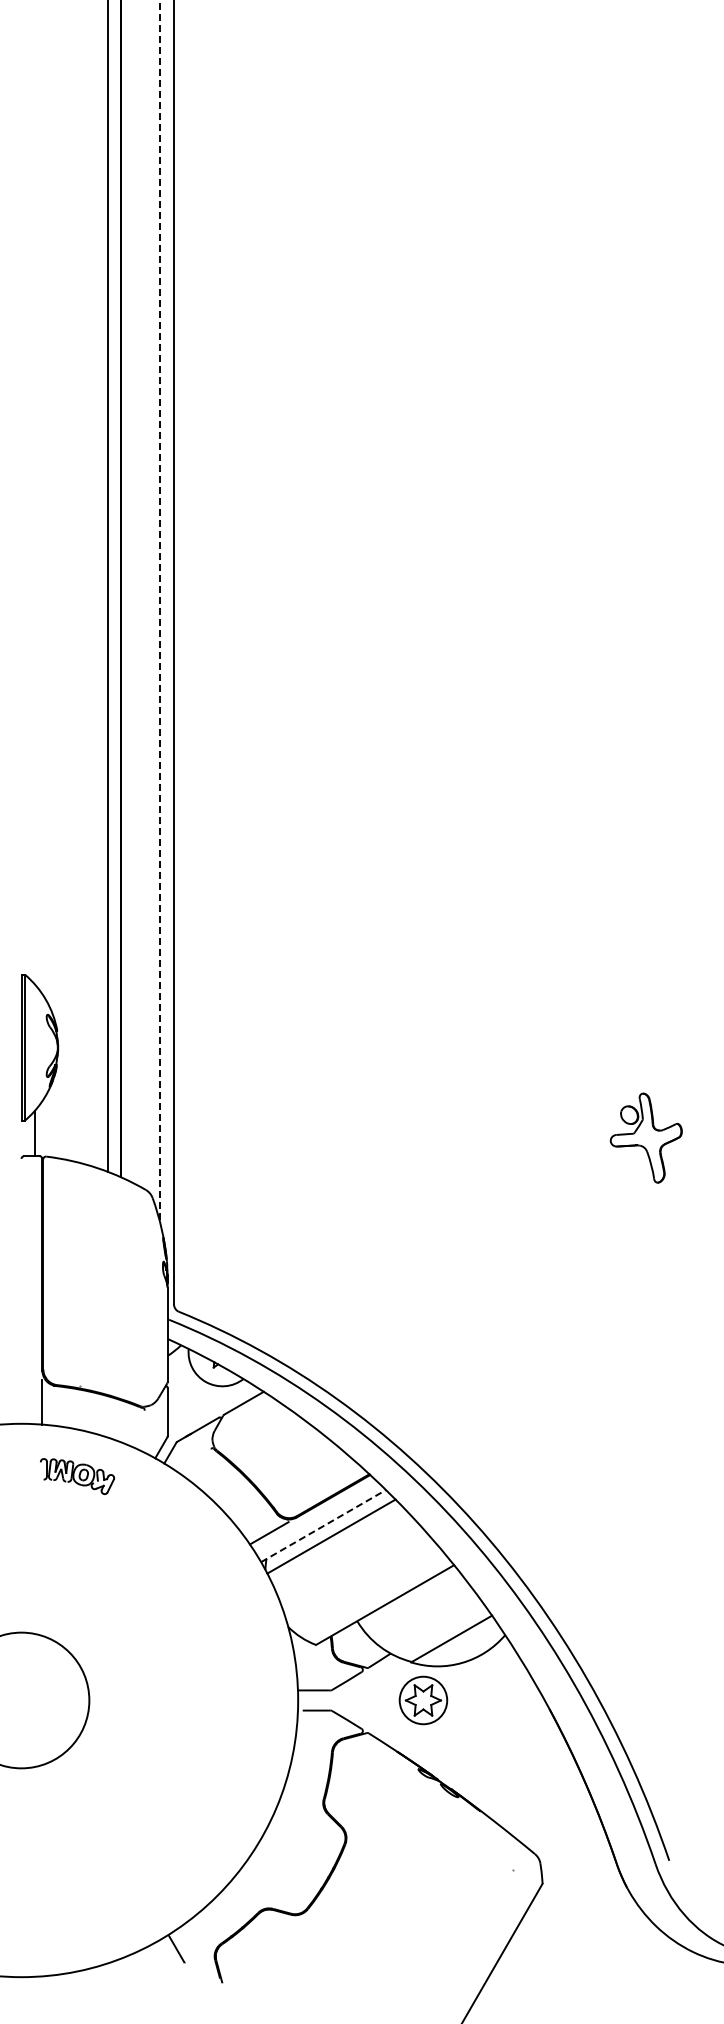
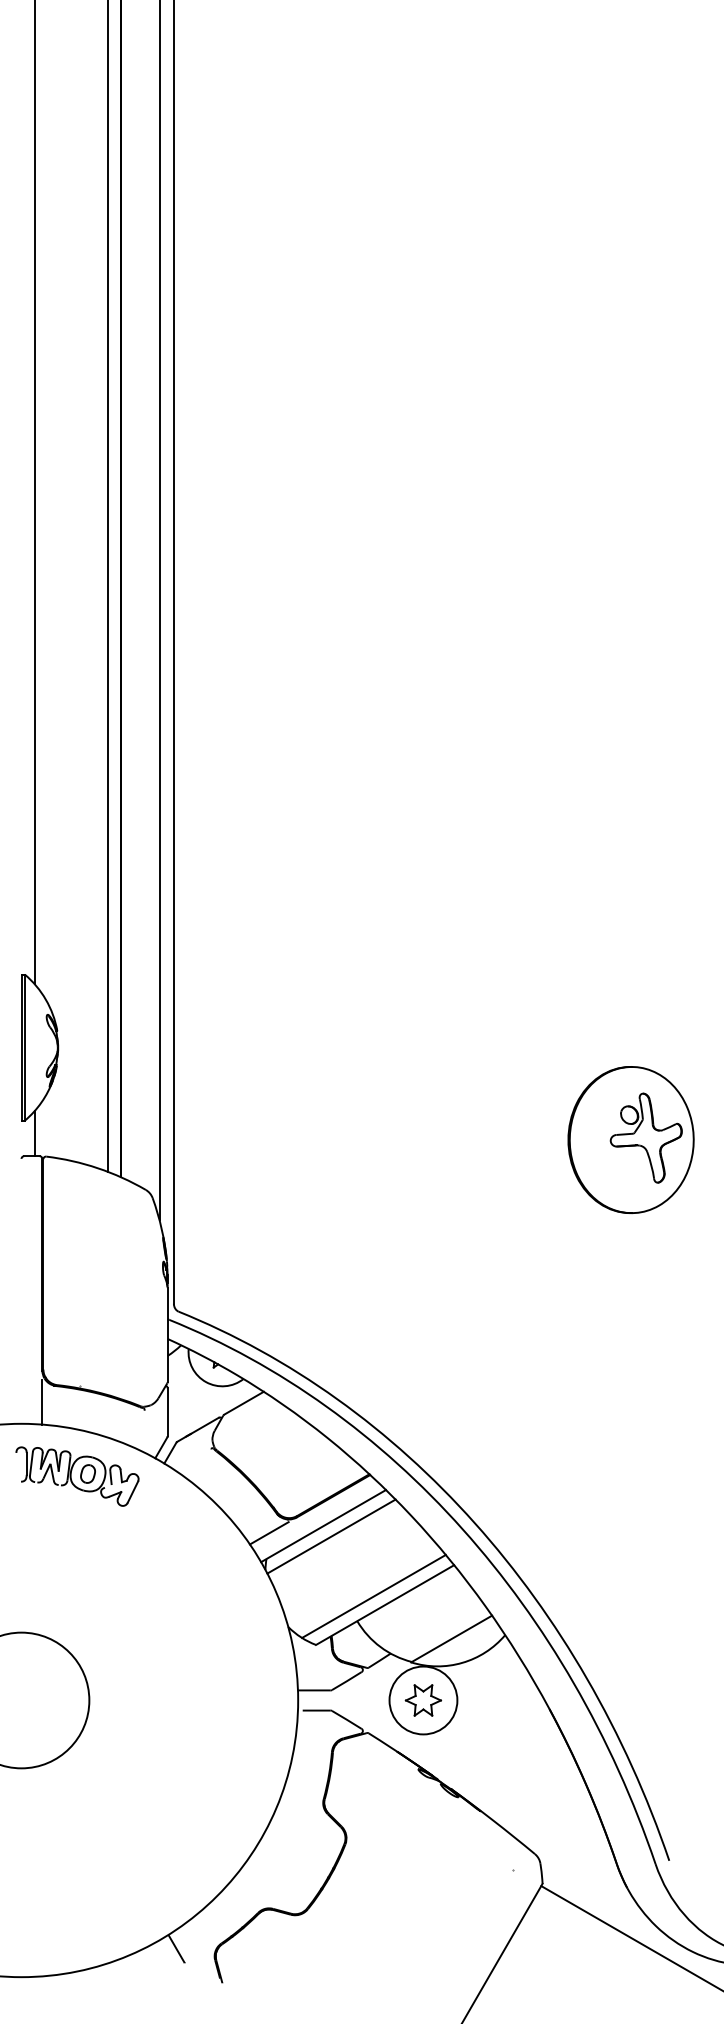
line at (34, 493): none -> present
line at (159, 610): dashed -> solid
part at (630, 1139): none -> present
part at (77, 1476) size: 75x37 px -> 125x61 px
line at (324, 1525): dashed -> solid
line at (373, 1595): none -> present
circle at (423, 1700) diameter: 48 px -> 68 px
line at (630, 1937): none -> present
